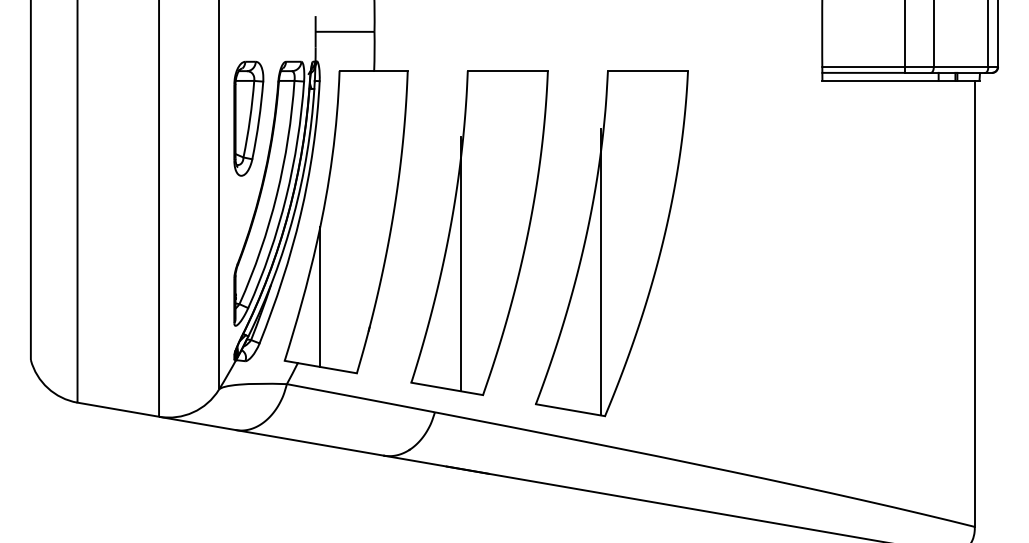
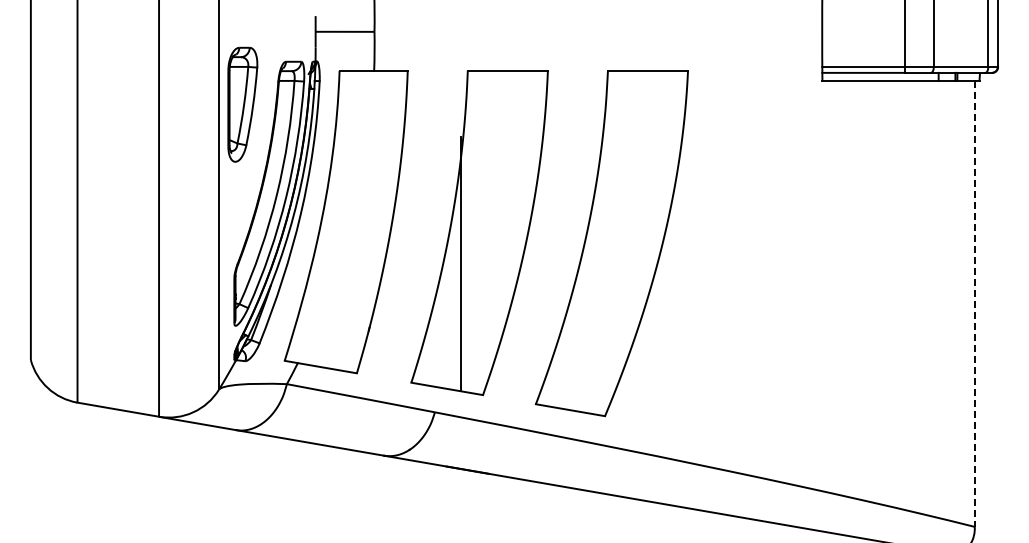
part at (248, 118) position: (248, 118) -> (242, 104)
line at (600, 272): present -> none
line at (320, 296): present -> none
line at (974, 304): solid -> dashed
